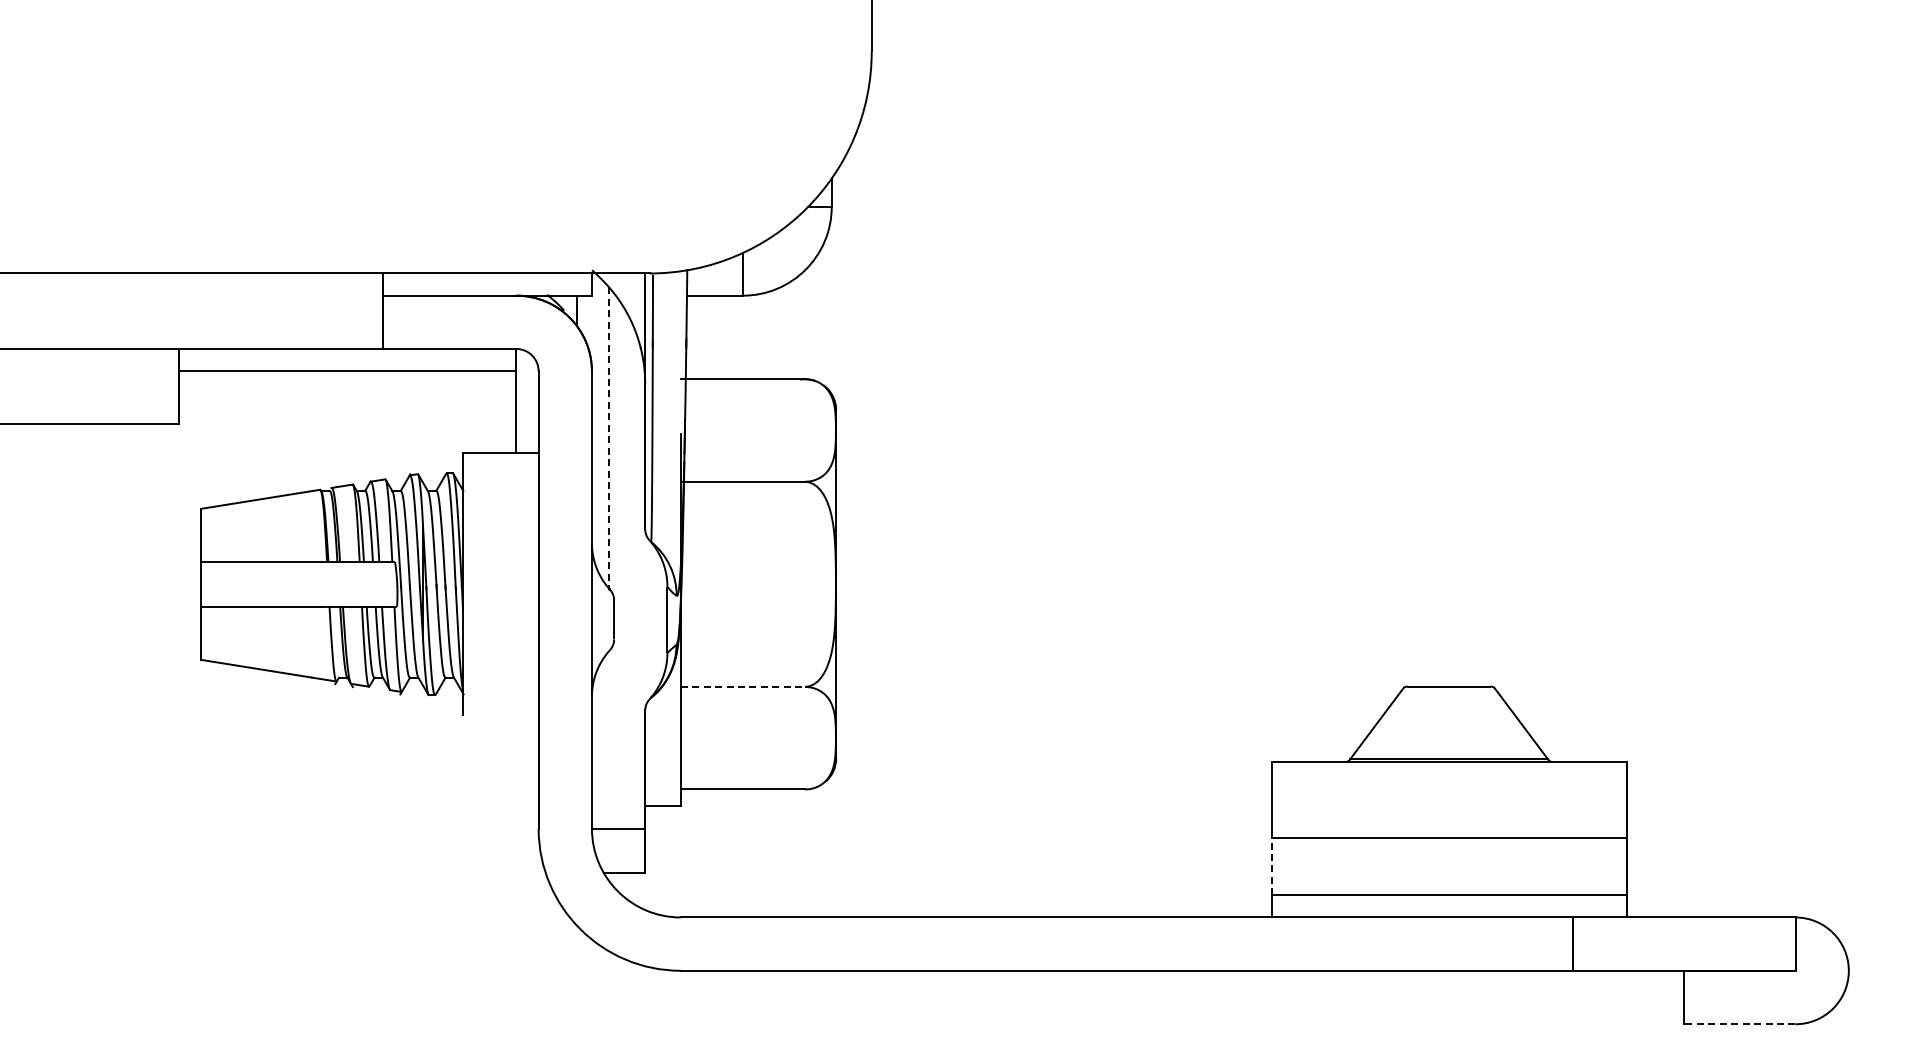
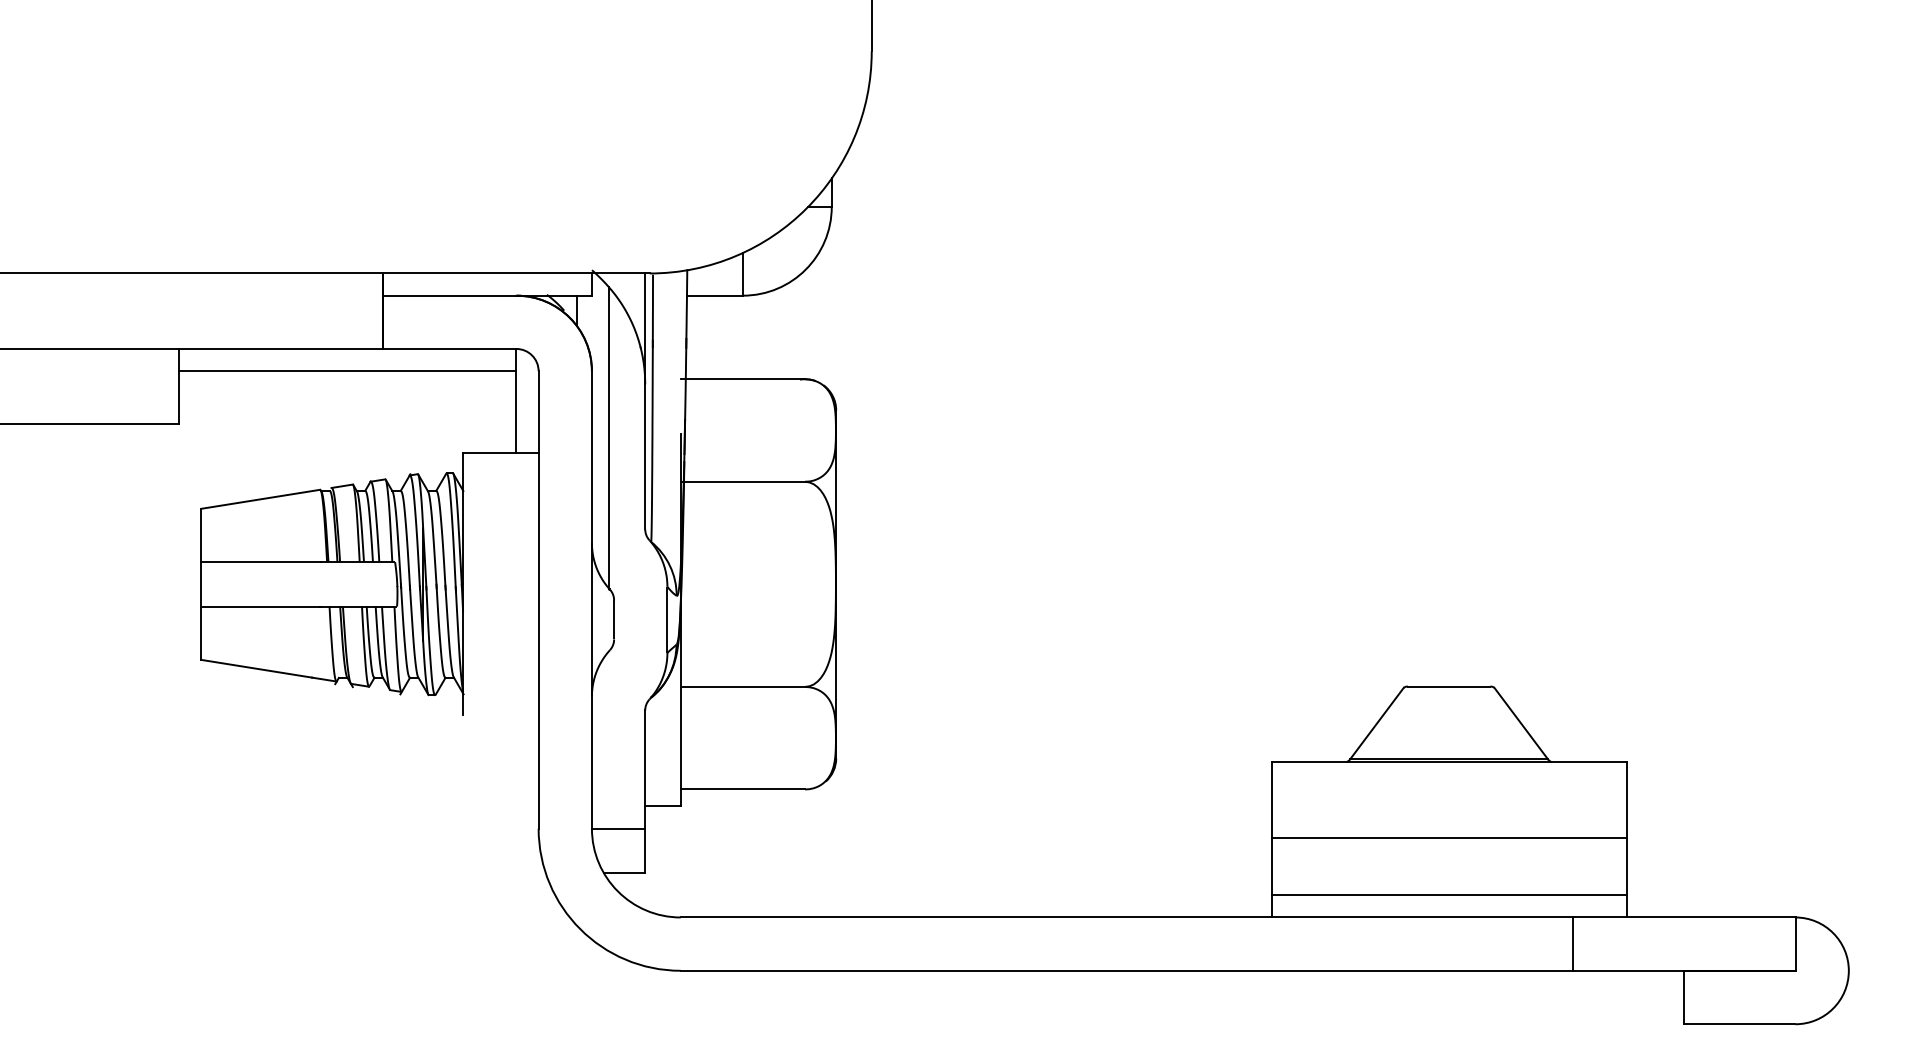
line at (609, 438): dashed -> solid
line at (743, 686): dashed -> solid
line at (1271, 866): dashed -> solid
line at (1739, 1024): dashed -> solid
